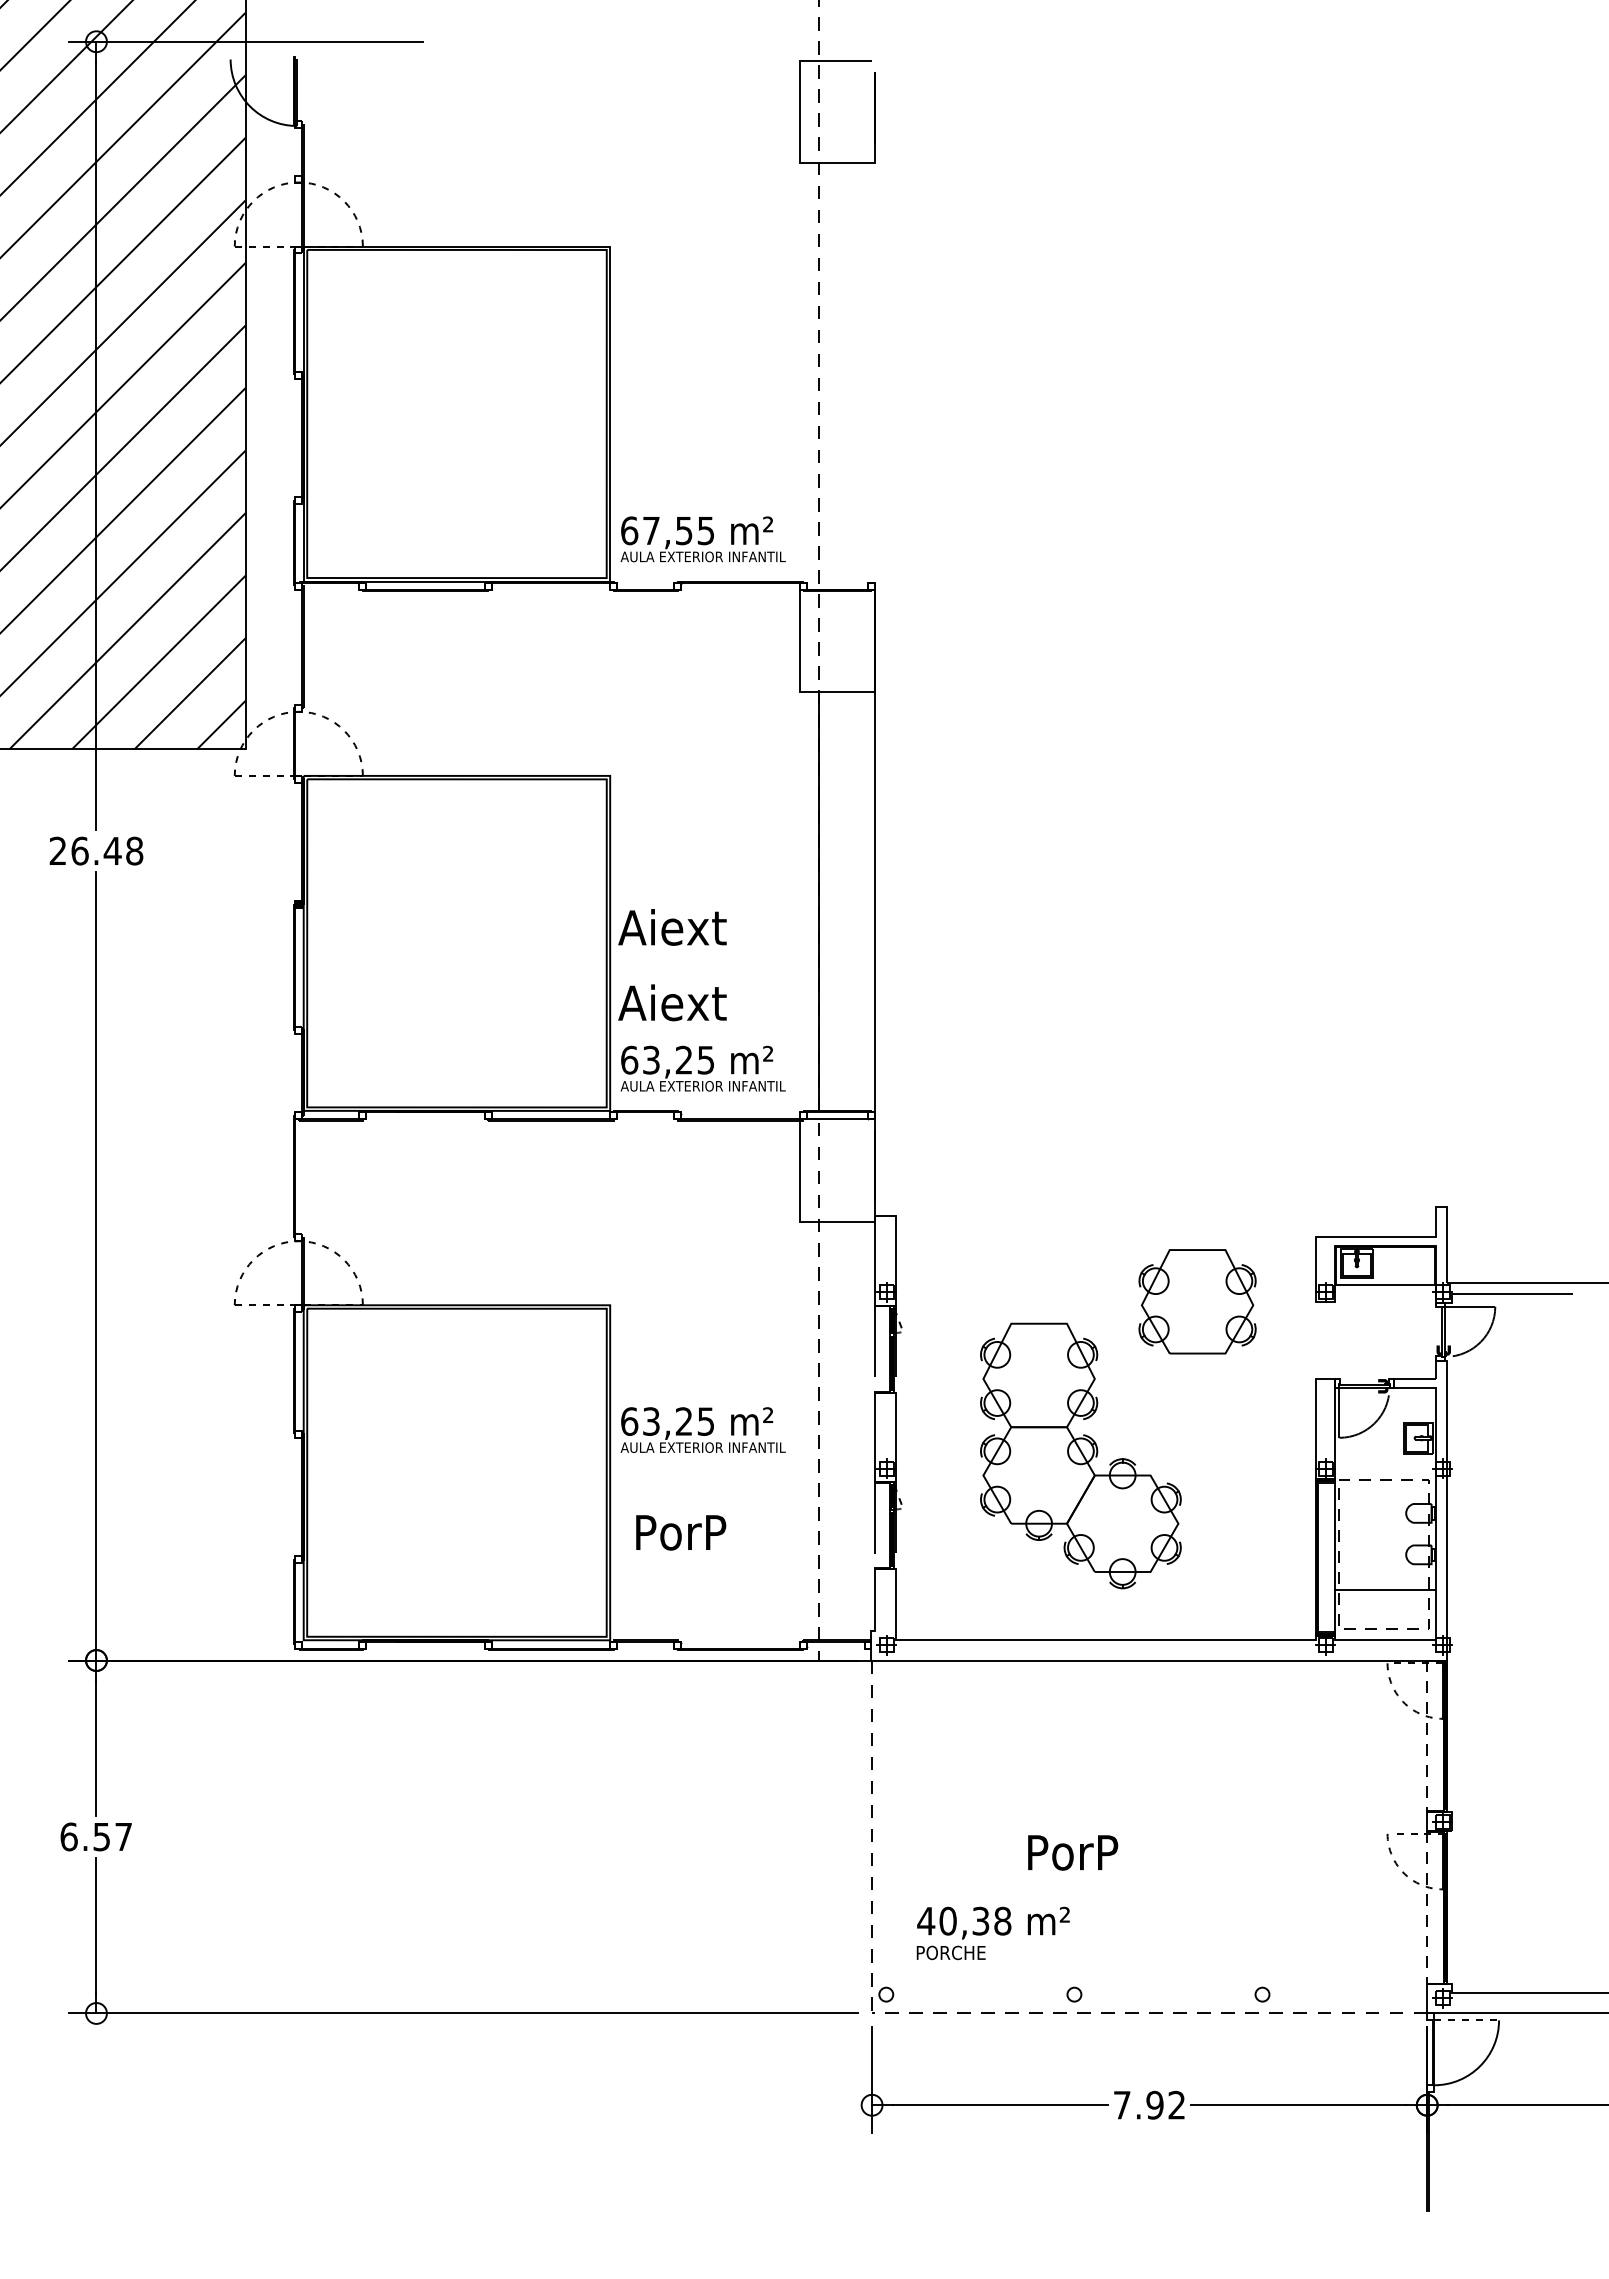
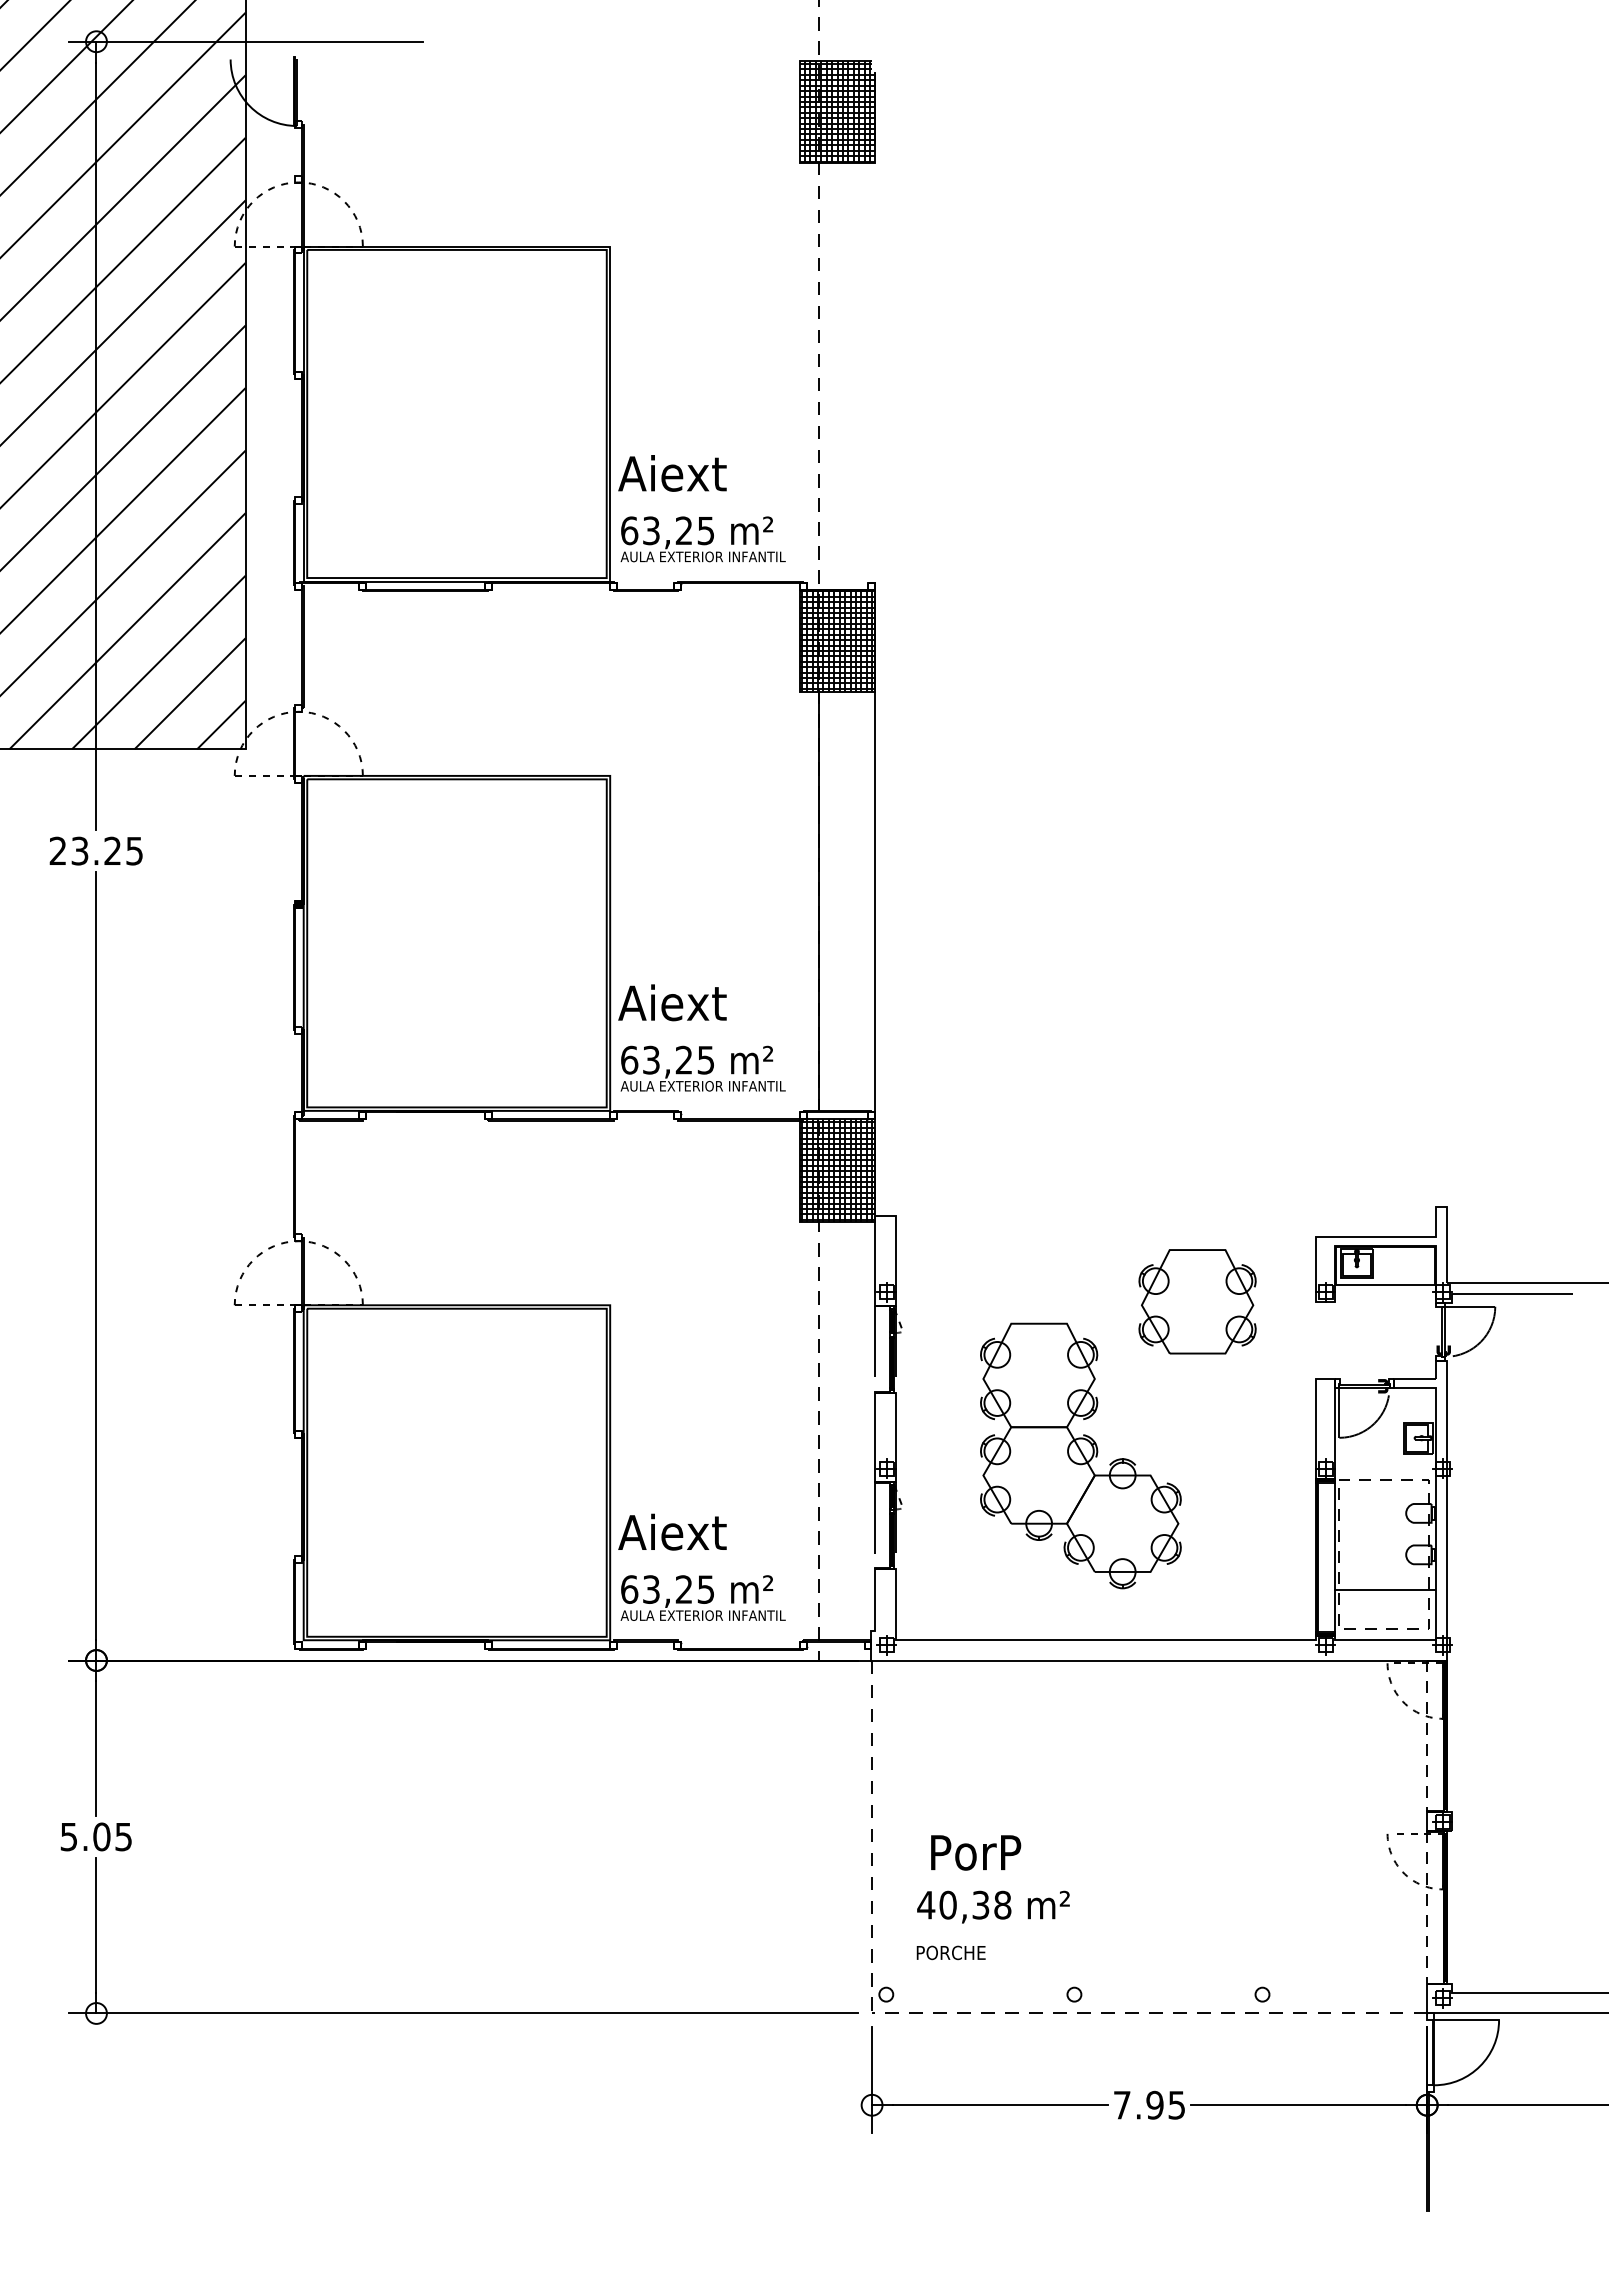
hatch at (836, 111): none -> present
text at (667, 530): 67,55 -> 63,25
hatch at (836, 640): none -> present
text at (107, 850): 26.48 -> 23.25
text at (672, 927) position: (672, 927) -> (672, 473)
hatch at (836, 1170): none -> present
text at (702, 1429) position: (702, 1429) -> (702, 1597)
text at (672, 1531): PorP -> Aiext
text at (95, 1836): 6.57 -> 5.05
text at (1073, 1852) position: (1073, 1852) -> (976, 1852)
text at (993, 1922) position: (993, 1922) -> (993, 1906)
line at (1467, 2020): dashed -> solid
text at (1176, 2104): 7.92 -> 7.95
